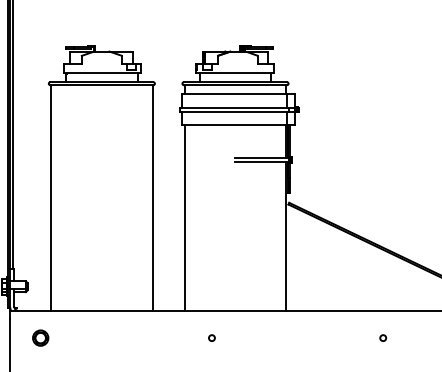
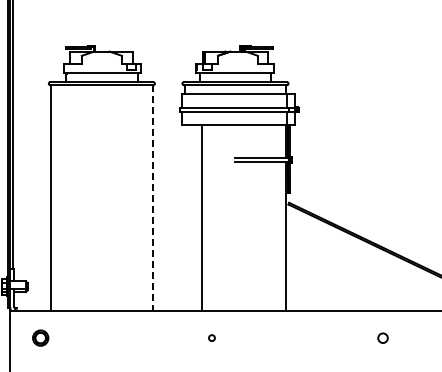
line at (152, 198): solid -> dashed
line at (184, 217) position: (184, 217) -> (201, 217)
circle at (383, 337) size: 9x8 px -> 12x12 px
